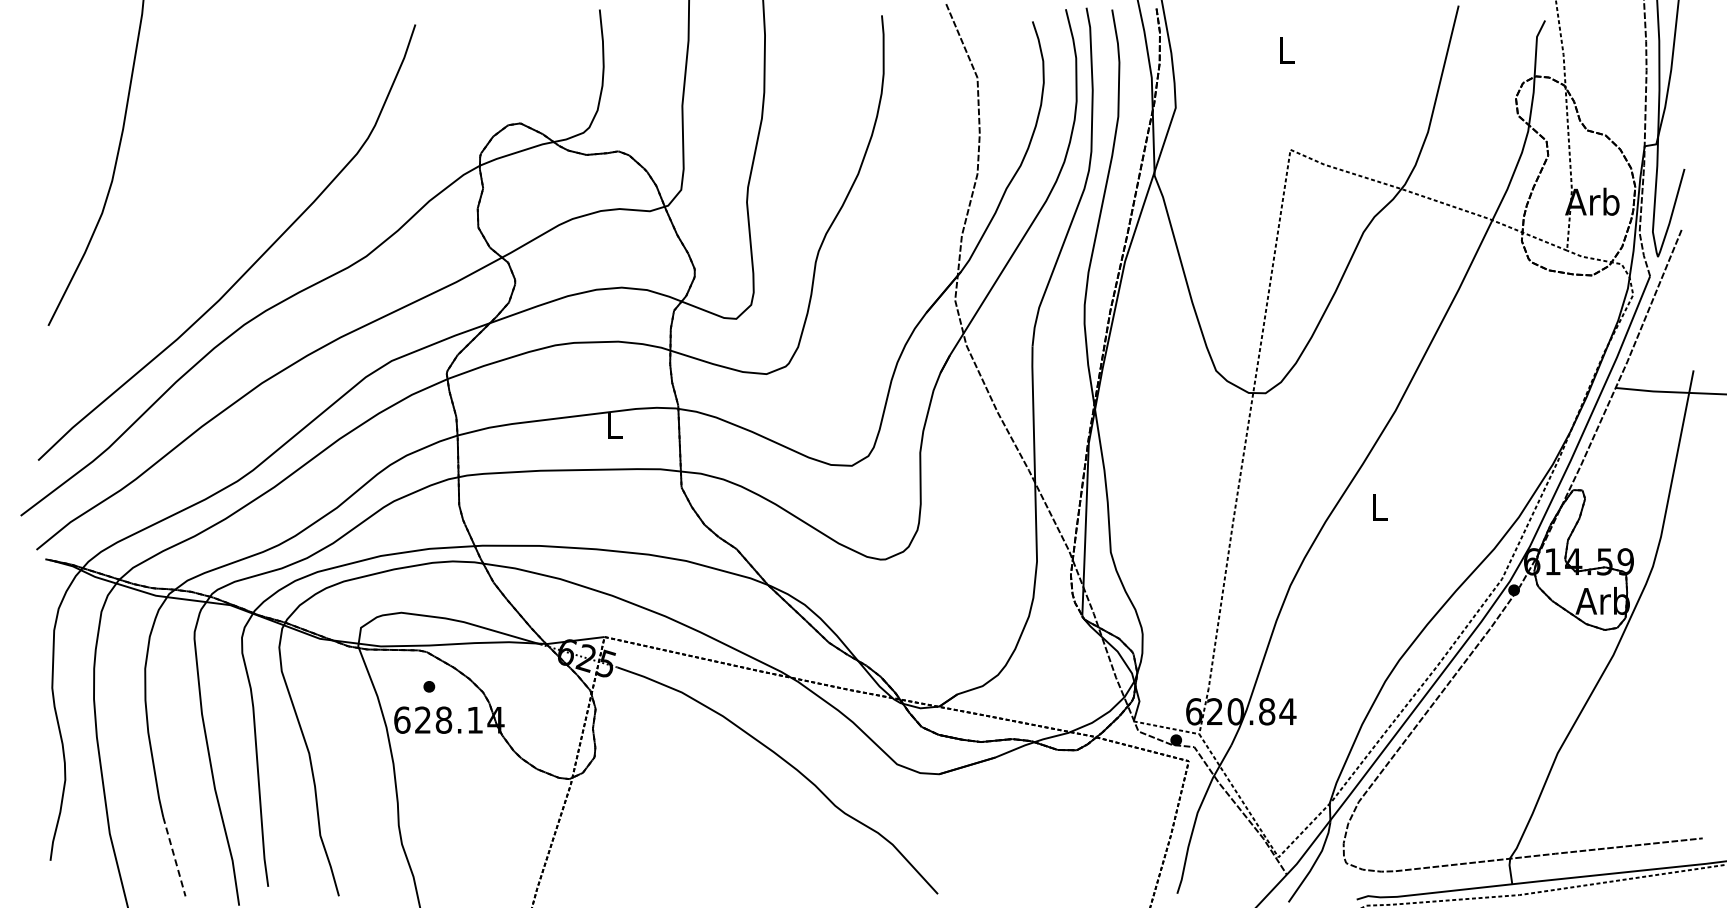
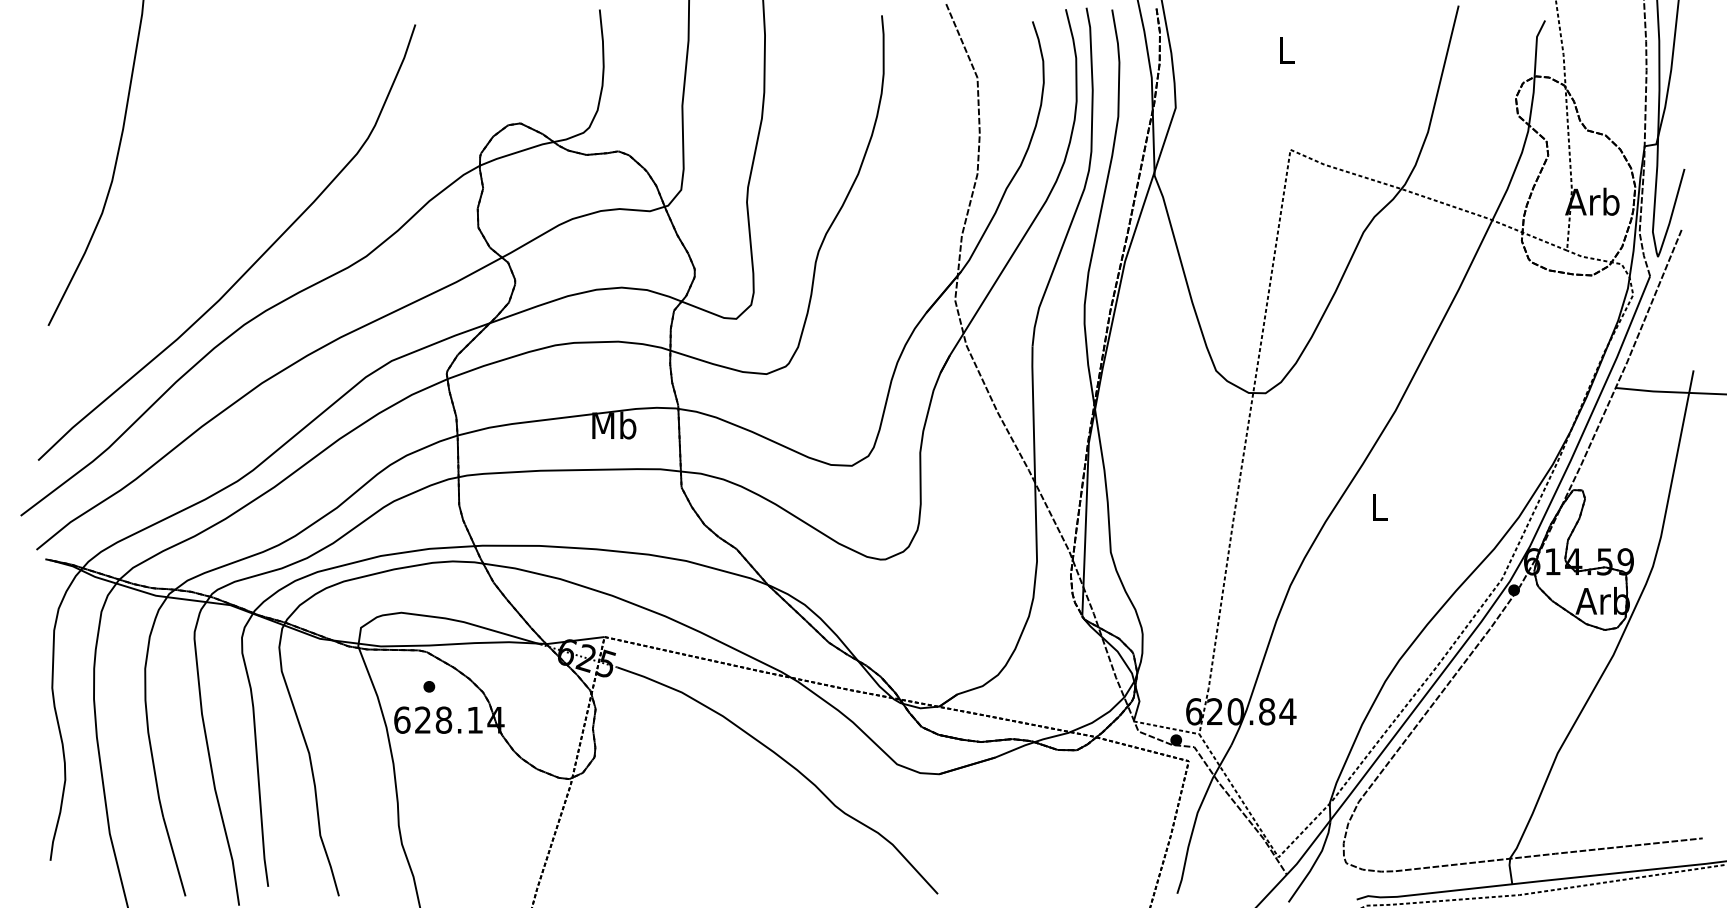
text at (614, 425): L -> Mb
line at (174, 857): dashed -> solid
